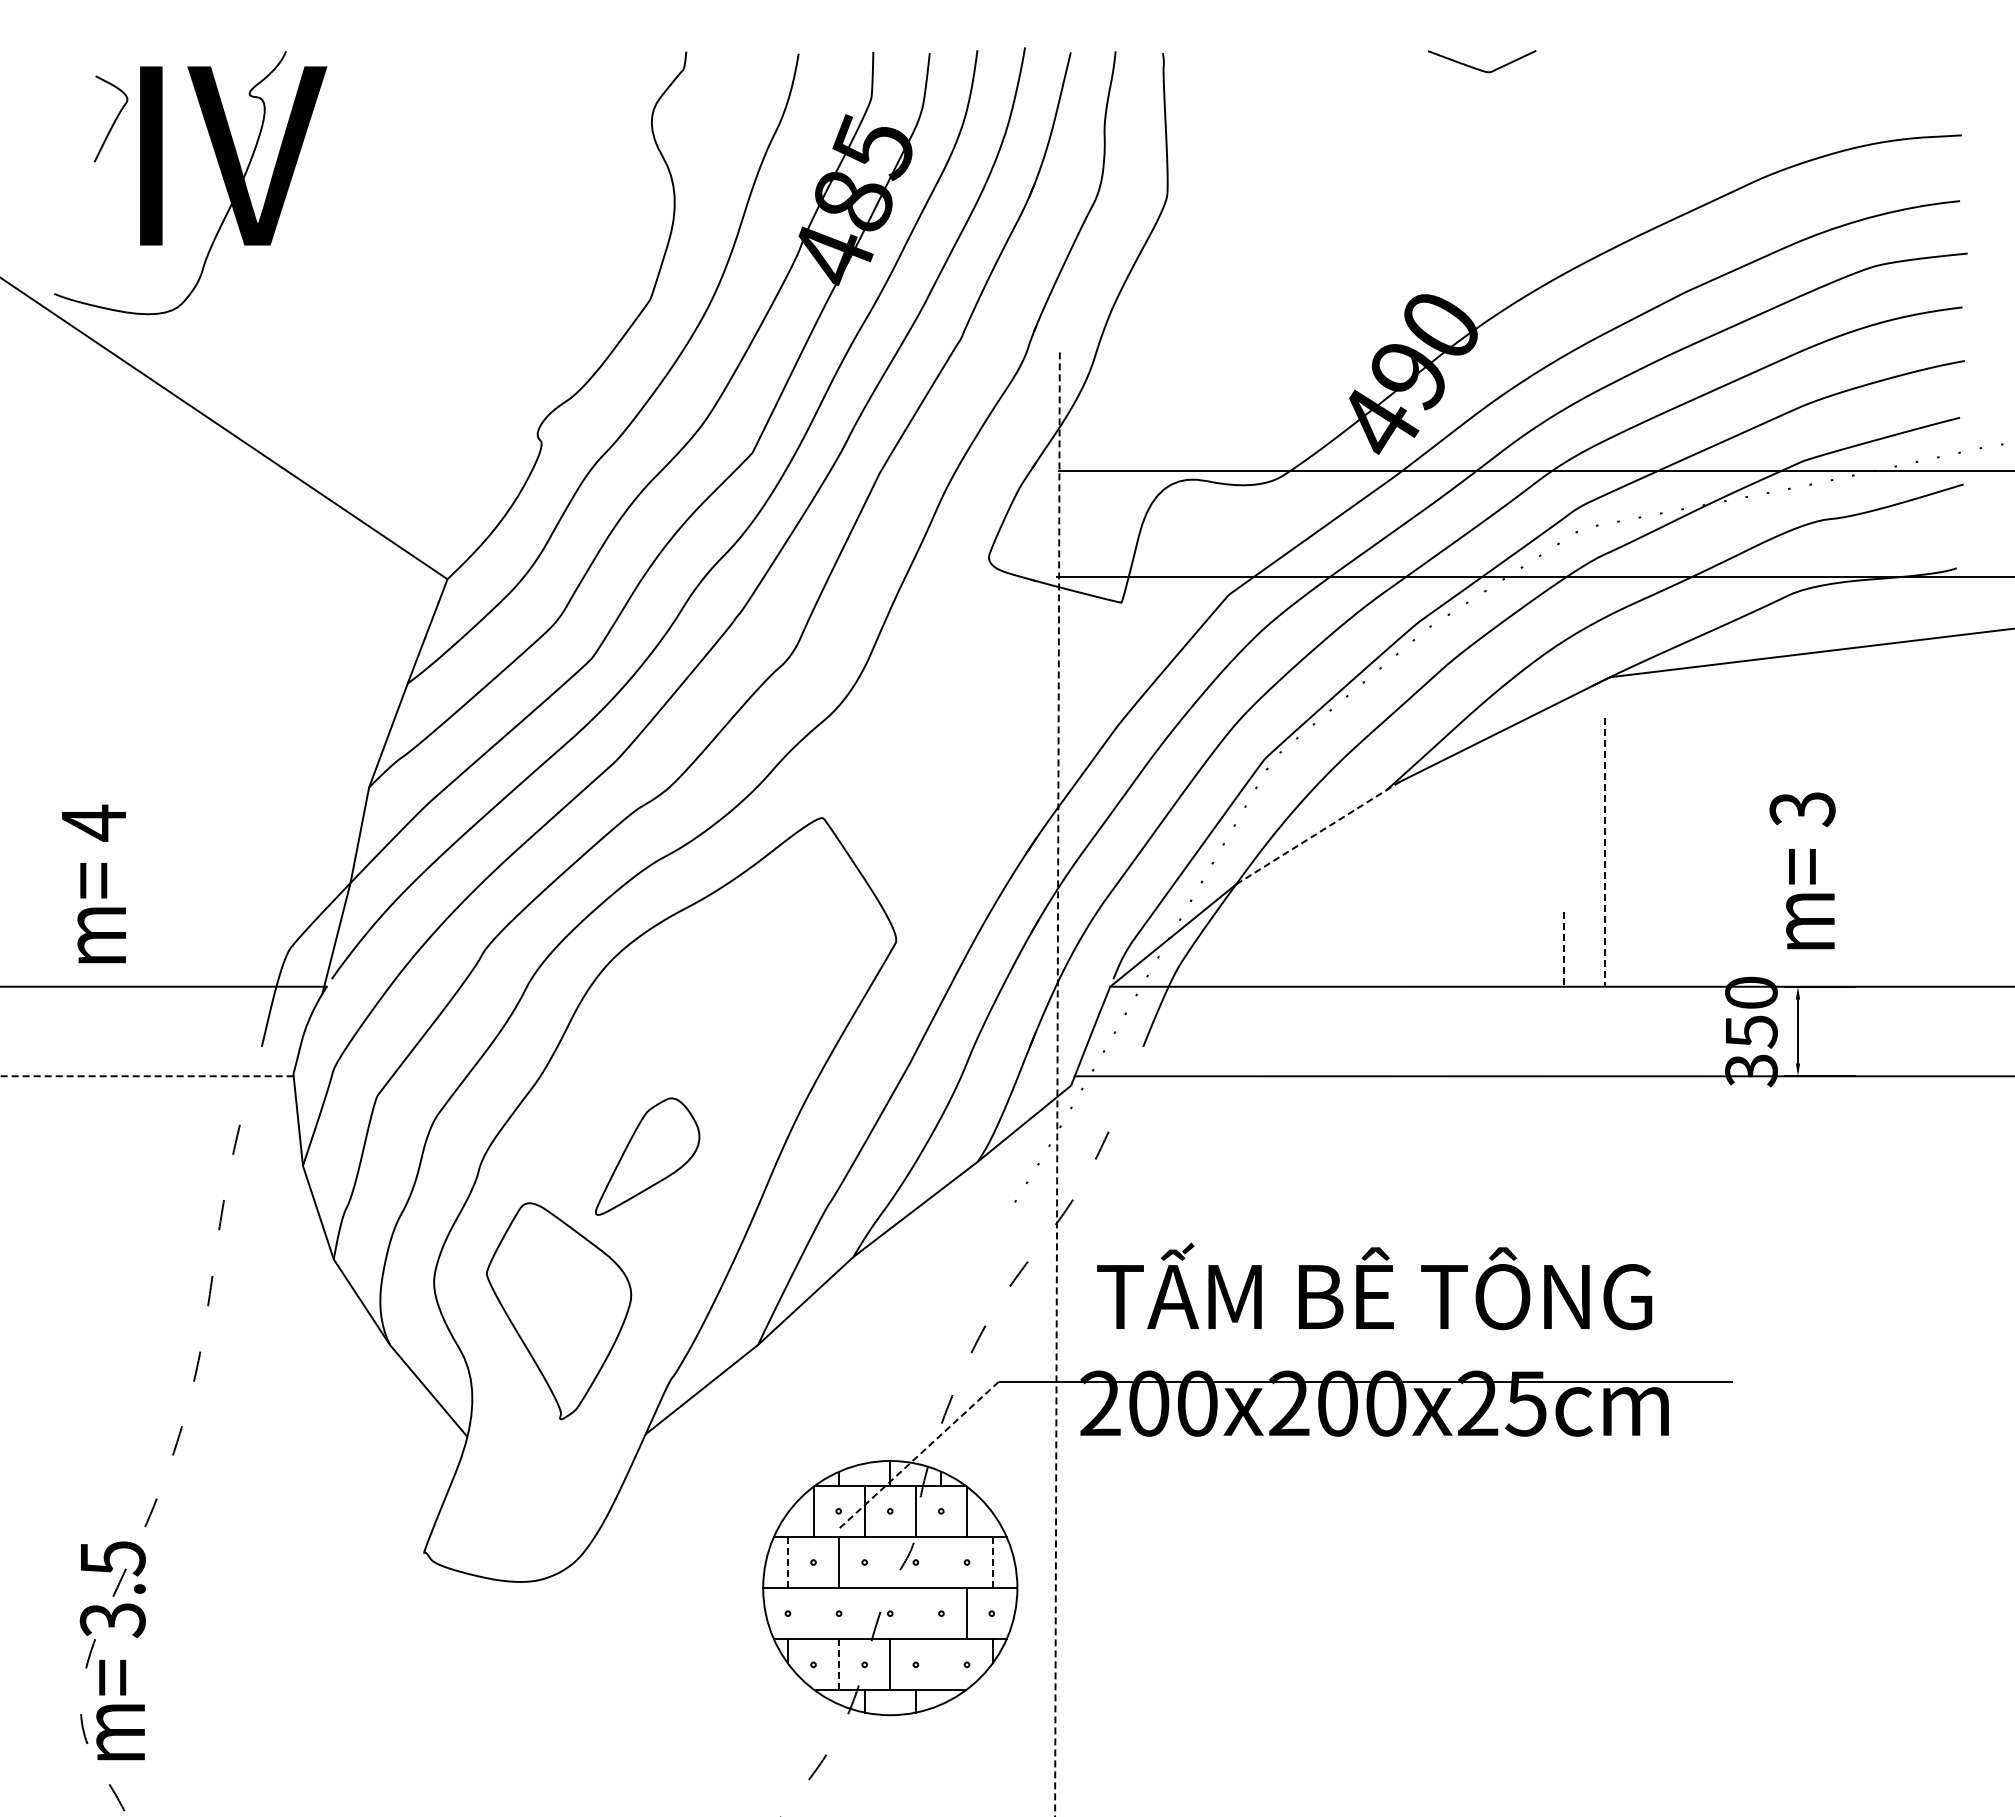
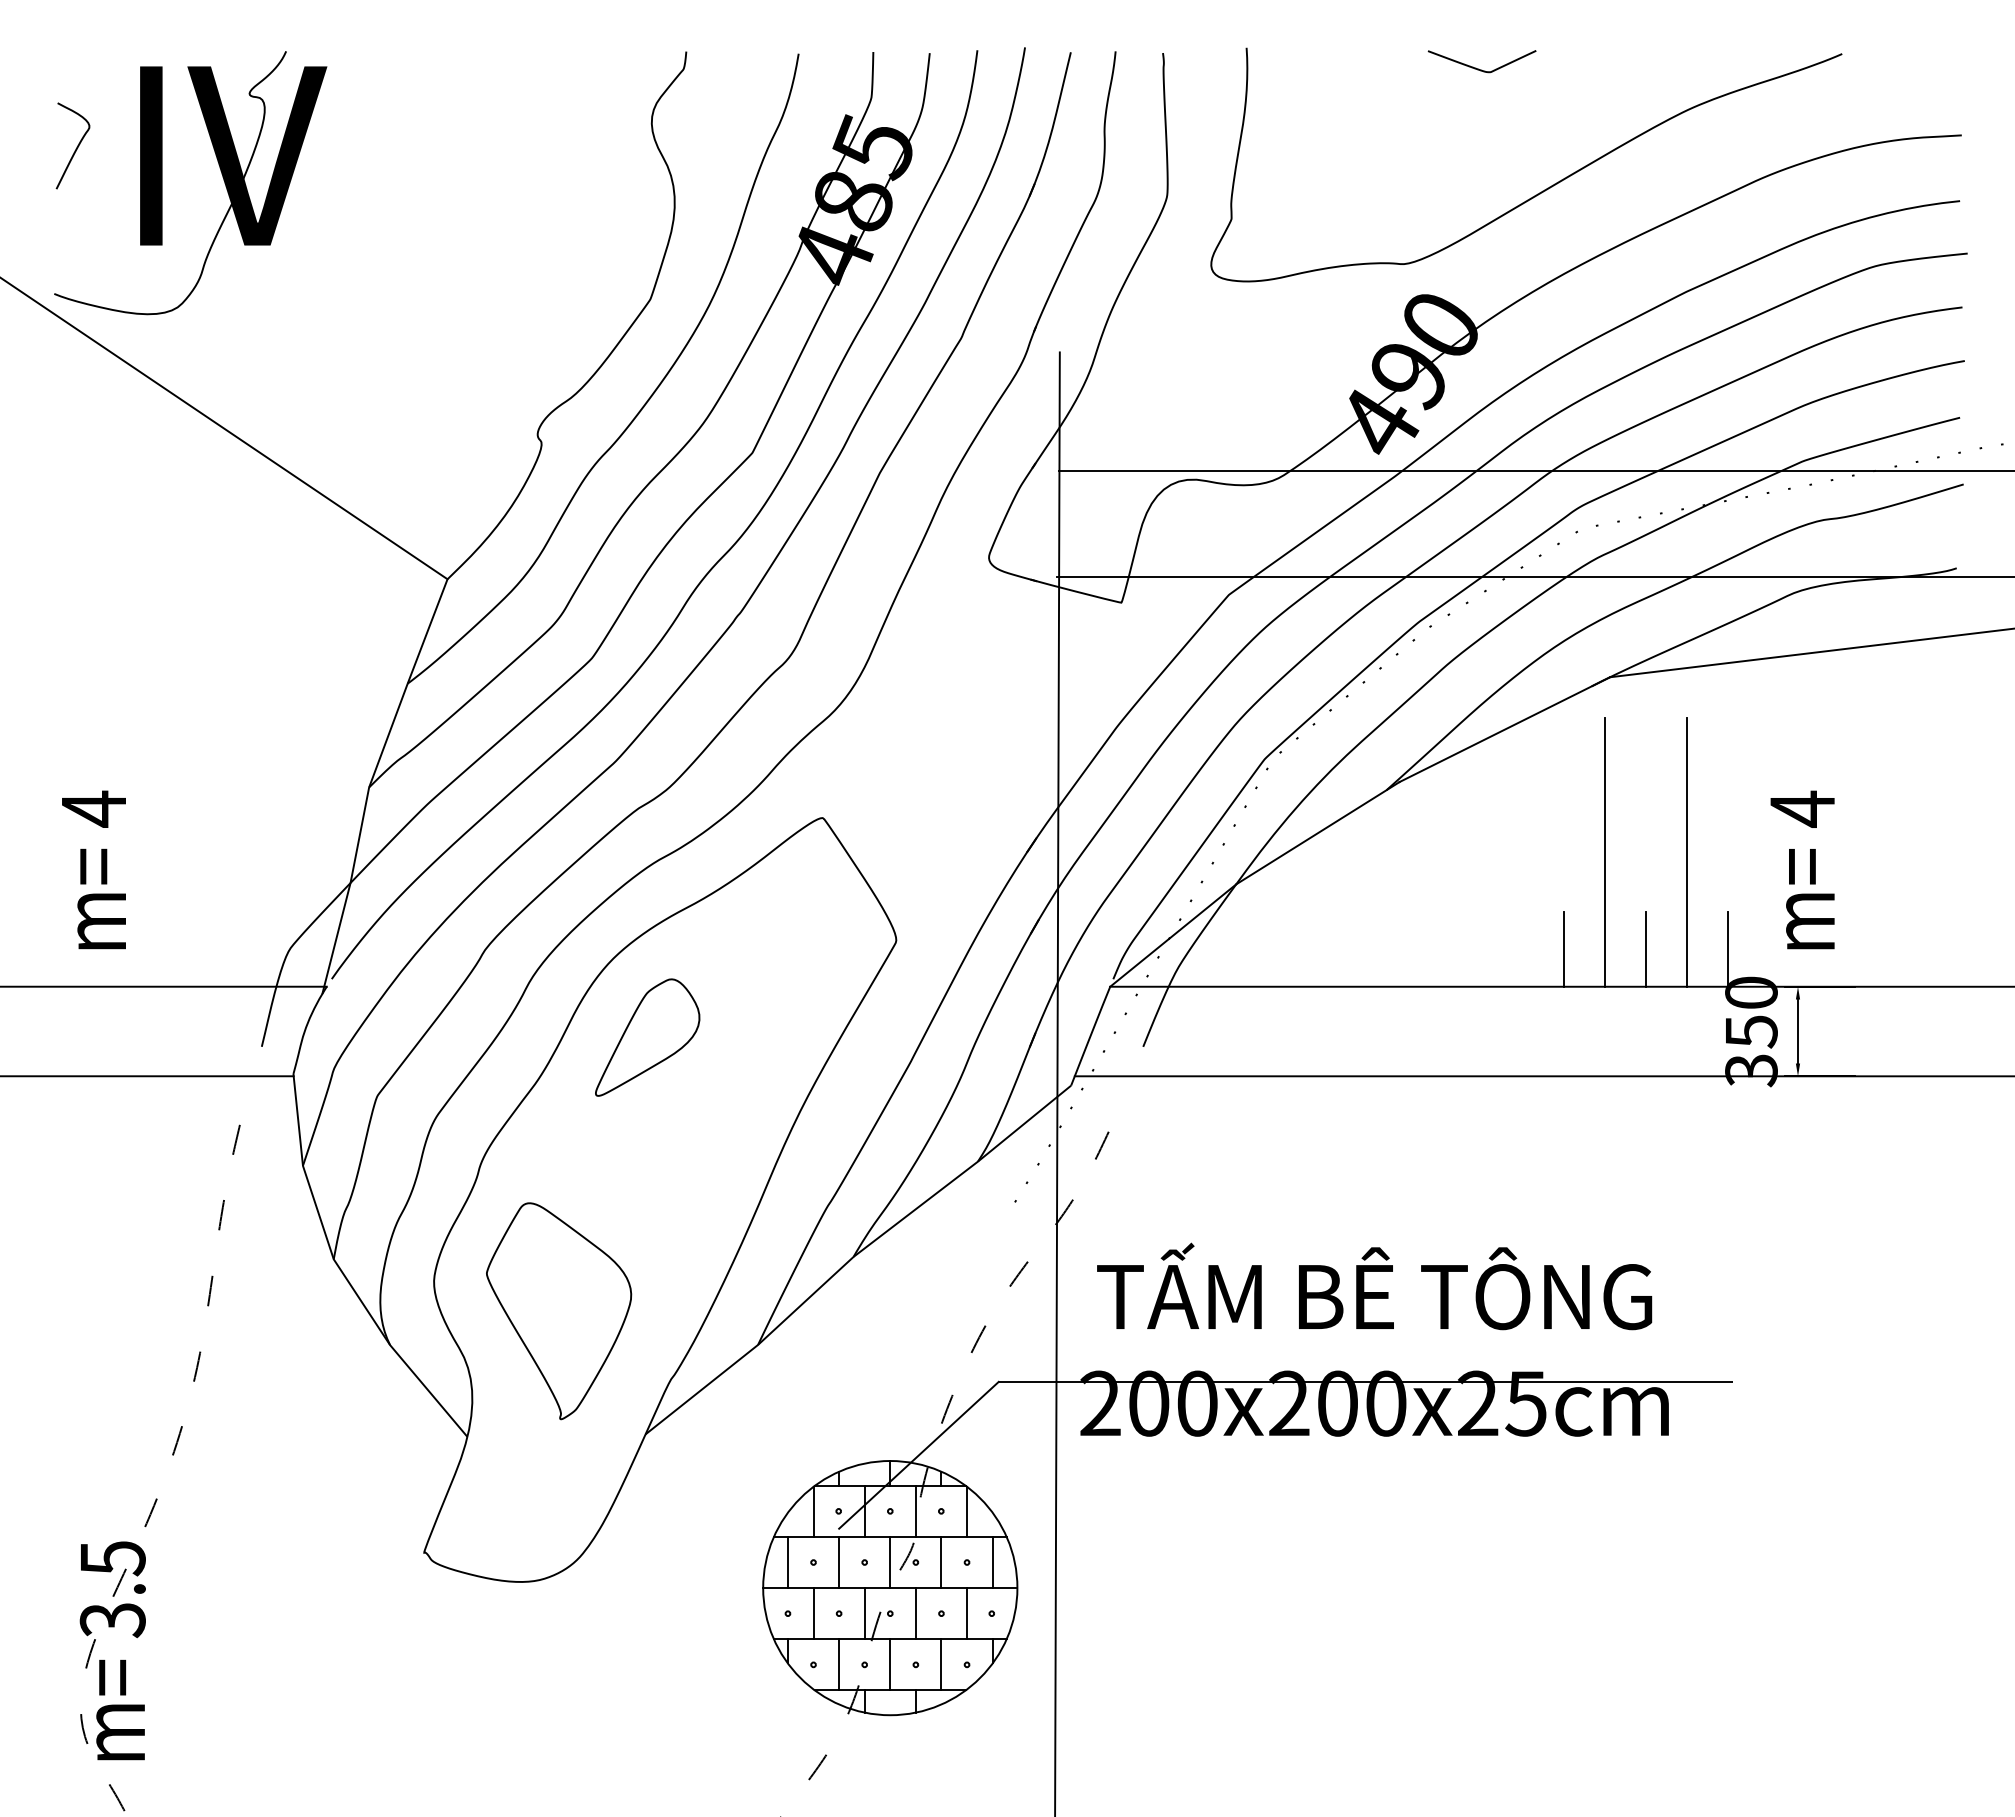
curve at (113, 121) position: (113, 121) -> (75, 148)
curve at (1542, 190): none -> present
text at (1802, 808): 3 -> 4
line at (1318, 832): dashed -> solid
line at (1604, 852): dashed -> solid
line at (1686, 852): none -> present
text at (93, 883) position: (93, 883) -> (93, 869)
line at (1563, 949): dashed -> solid
line at (1645, 949): none -> present
line at (1727, 949): none -> present
line at (146, 1076): dashed -> solid
line at (1057, 1084): dashed -> solid
part at (647, 1156) position: (647, 1156) -> (647, 1037)
line at (918, 1455): dashed -> solid
line at (787, 1562): dashed -> solid
line at (890, 1562): none -> present
line at (941, 1562): none -> present
line at (992, 1562): dashed -> solid
line at (813, 1613): none -> present
line at (864, 1613): none -> present
line at (915, 1613): none -> present
line at (839, 1664): dashed -> solid
line at (941, 1664): none -> present
